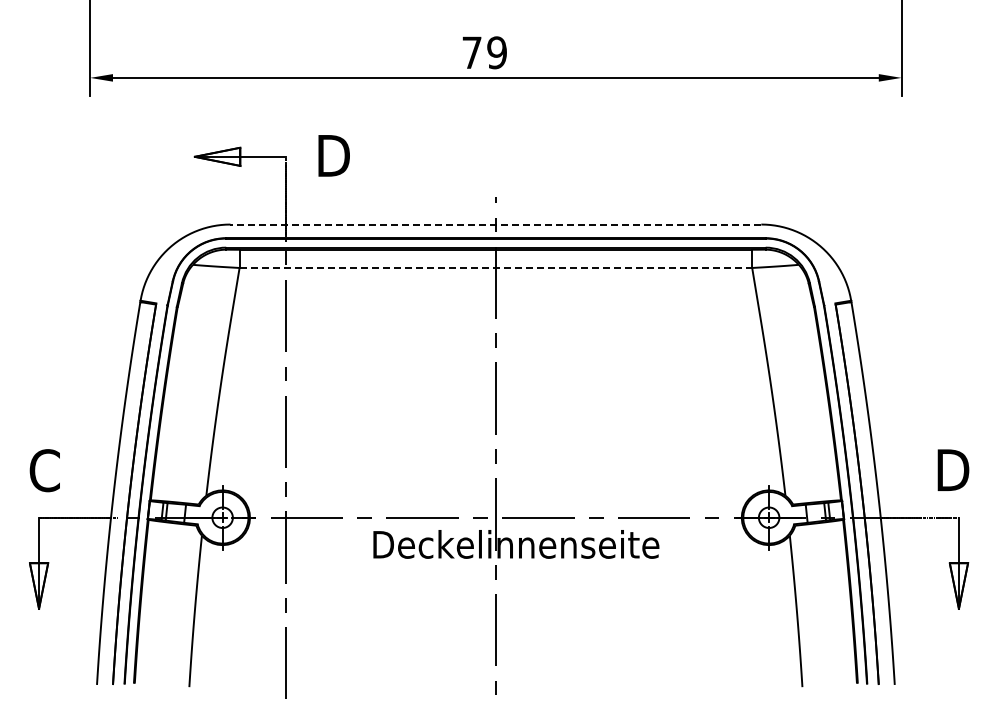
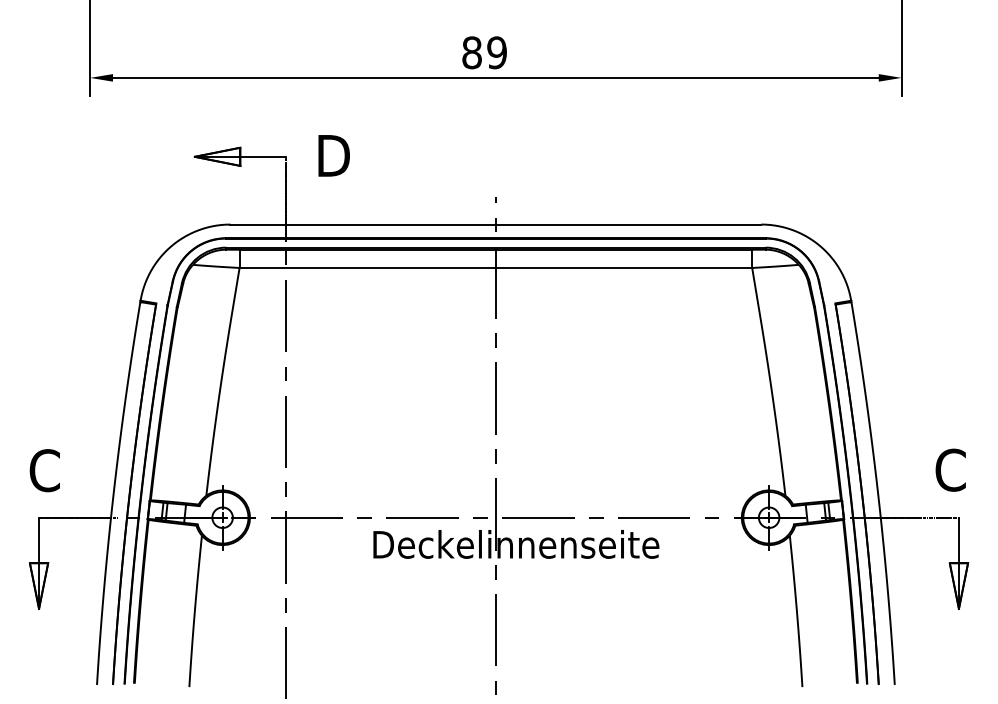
text at (471, 52): 79 -> 89
line at (495, 224): dashed -> solid
line at (496, 267): dashed -> solid
text at (952, 469): D -> C
